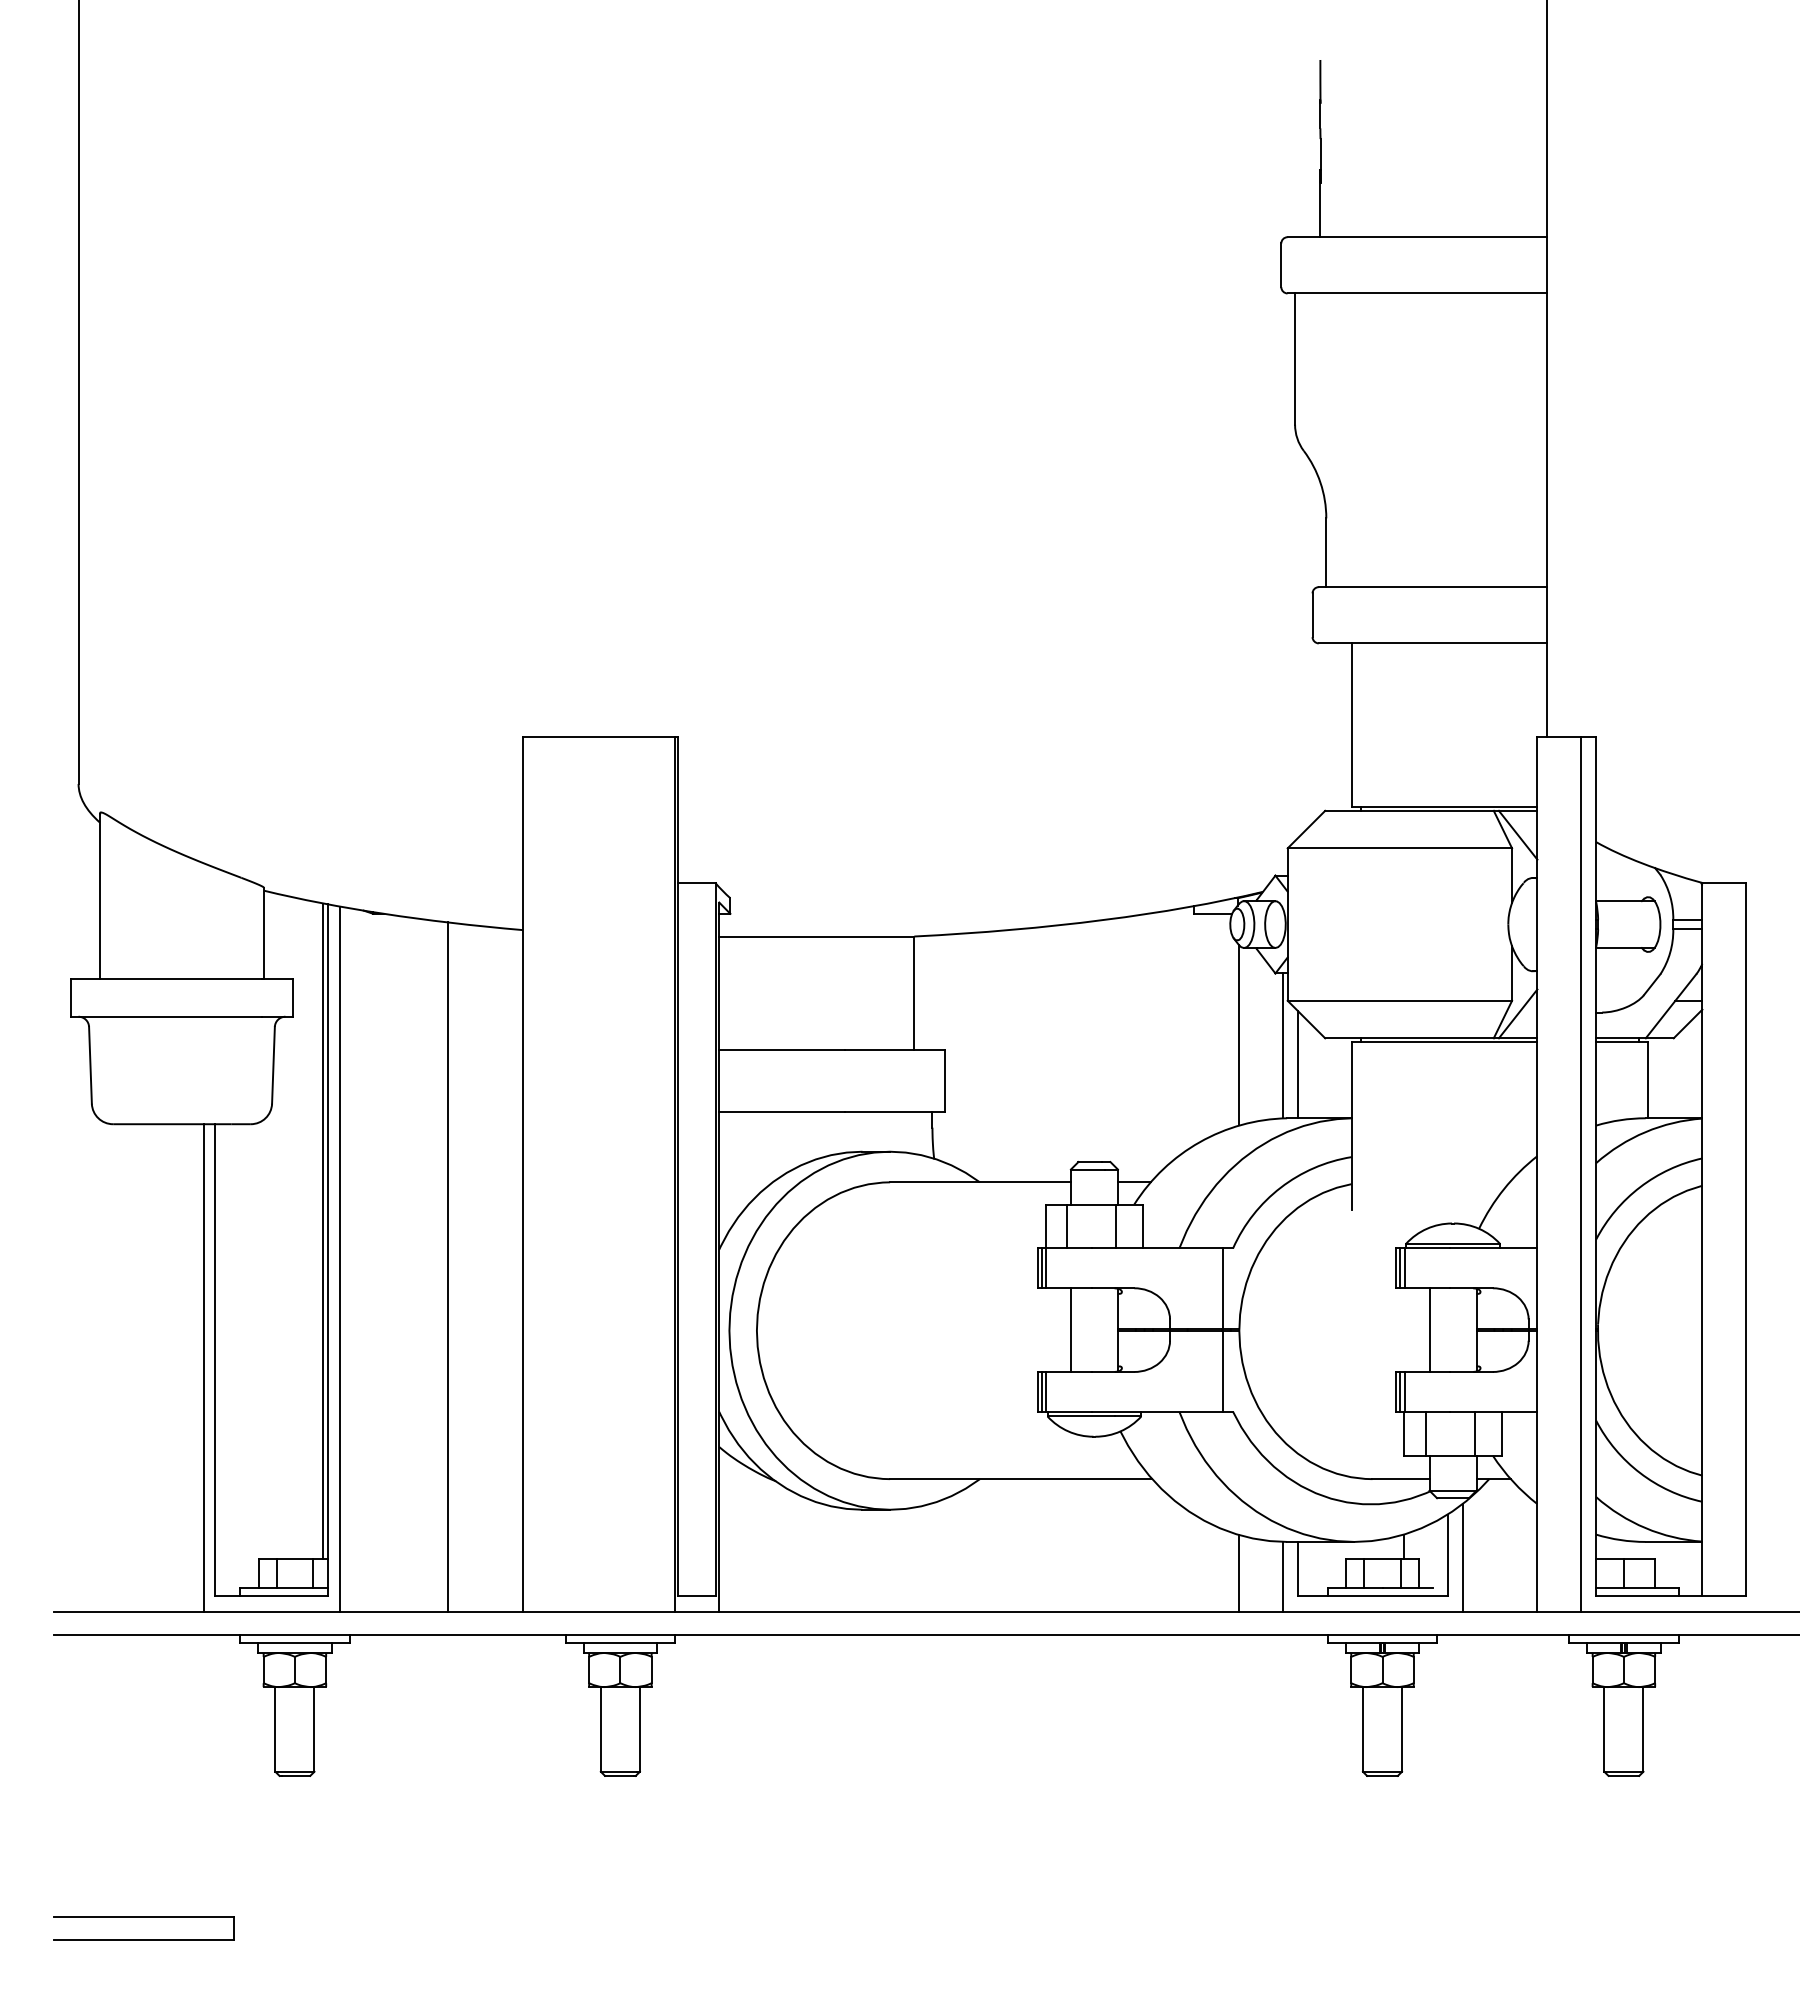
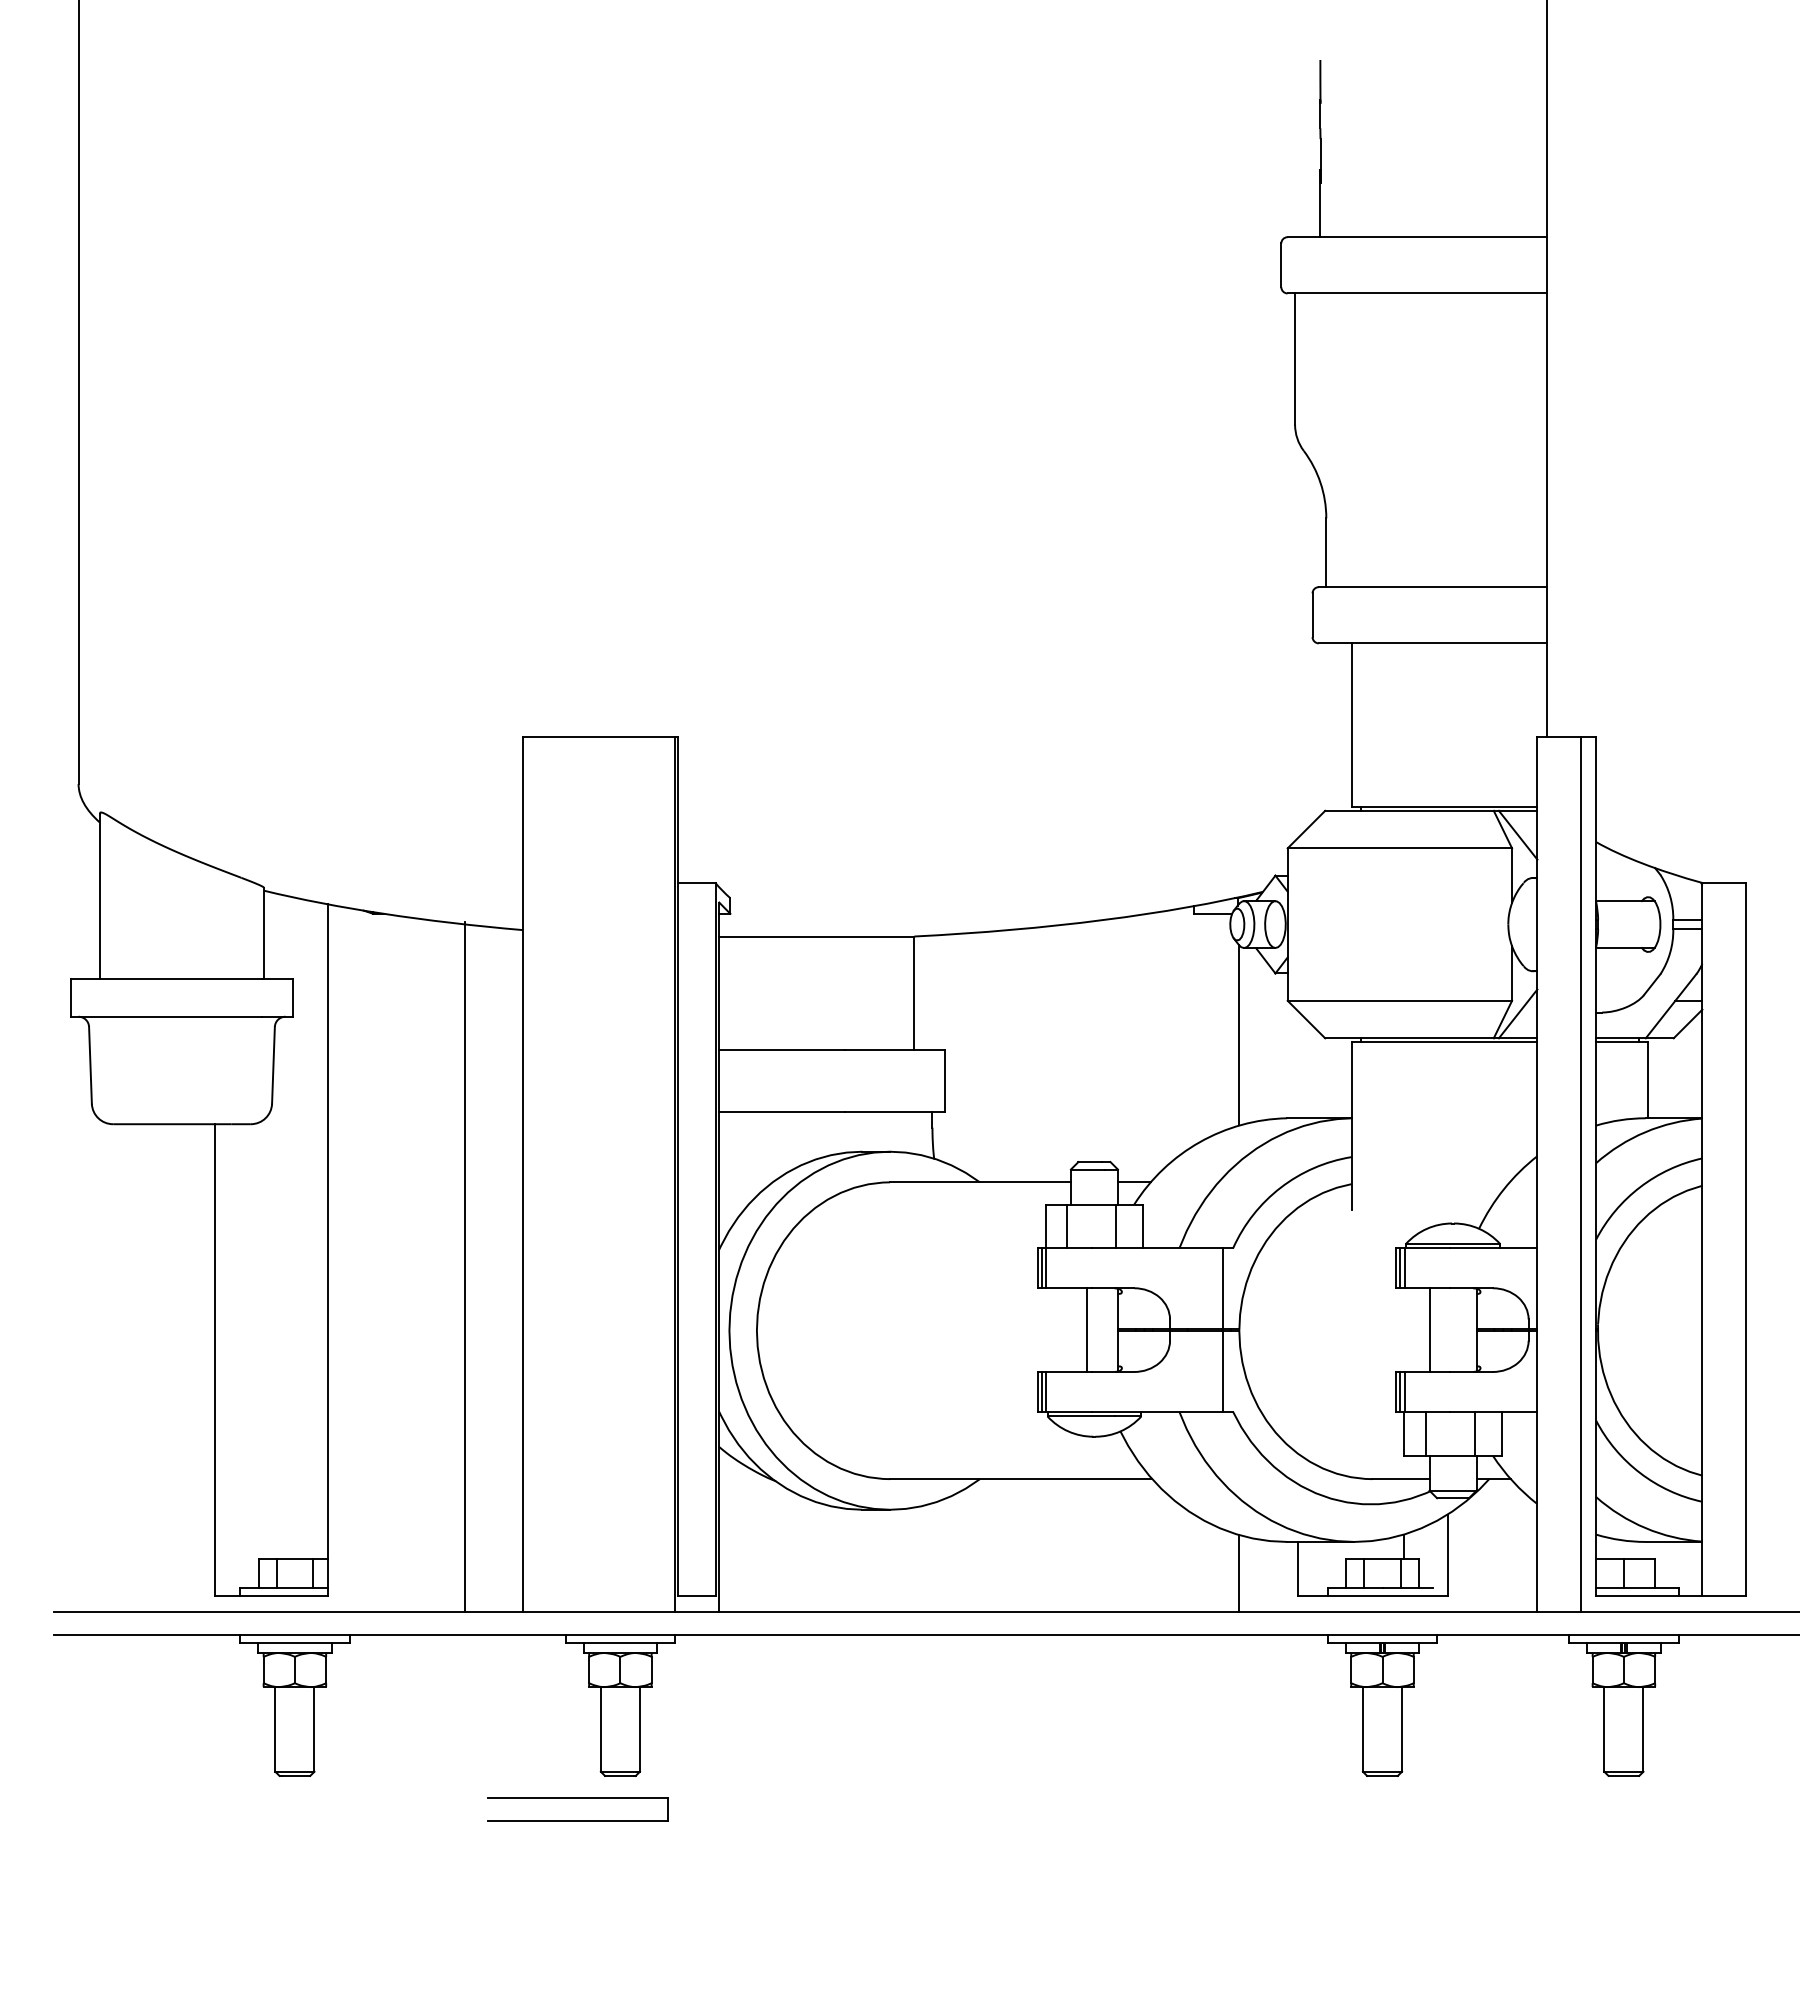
line at (1282, 1045): present -> none
line at (1297, 1064): present -> none
line at (323, 1231): present -> none
line at (339, 1258): present -> none
line at (447, 1266) position: (447, 1266) -> (464, 1266)
line at (1070, 1329) position: (1070, 1329) -> (1086, 1329)
line at (204, 1367): present -> none
line at (1462, 1557): present -> none
line at (1282, 1576): present -> none
part at (143, 1917) position: (143, 1917) -> (577, 1798)
